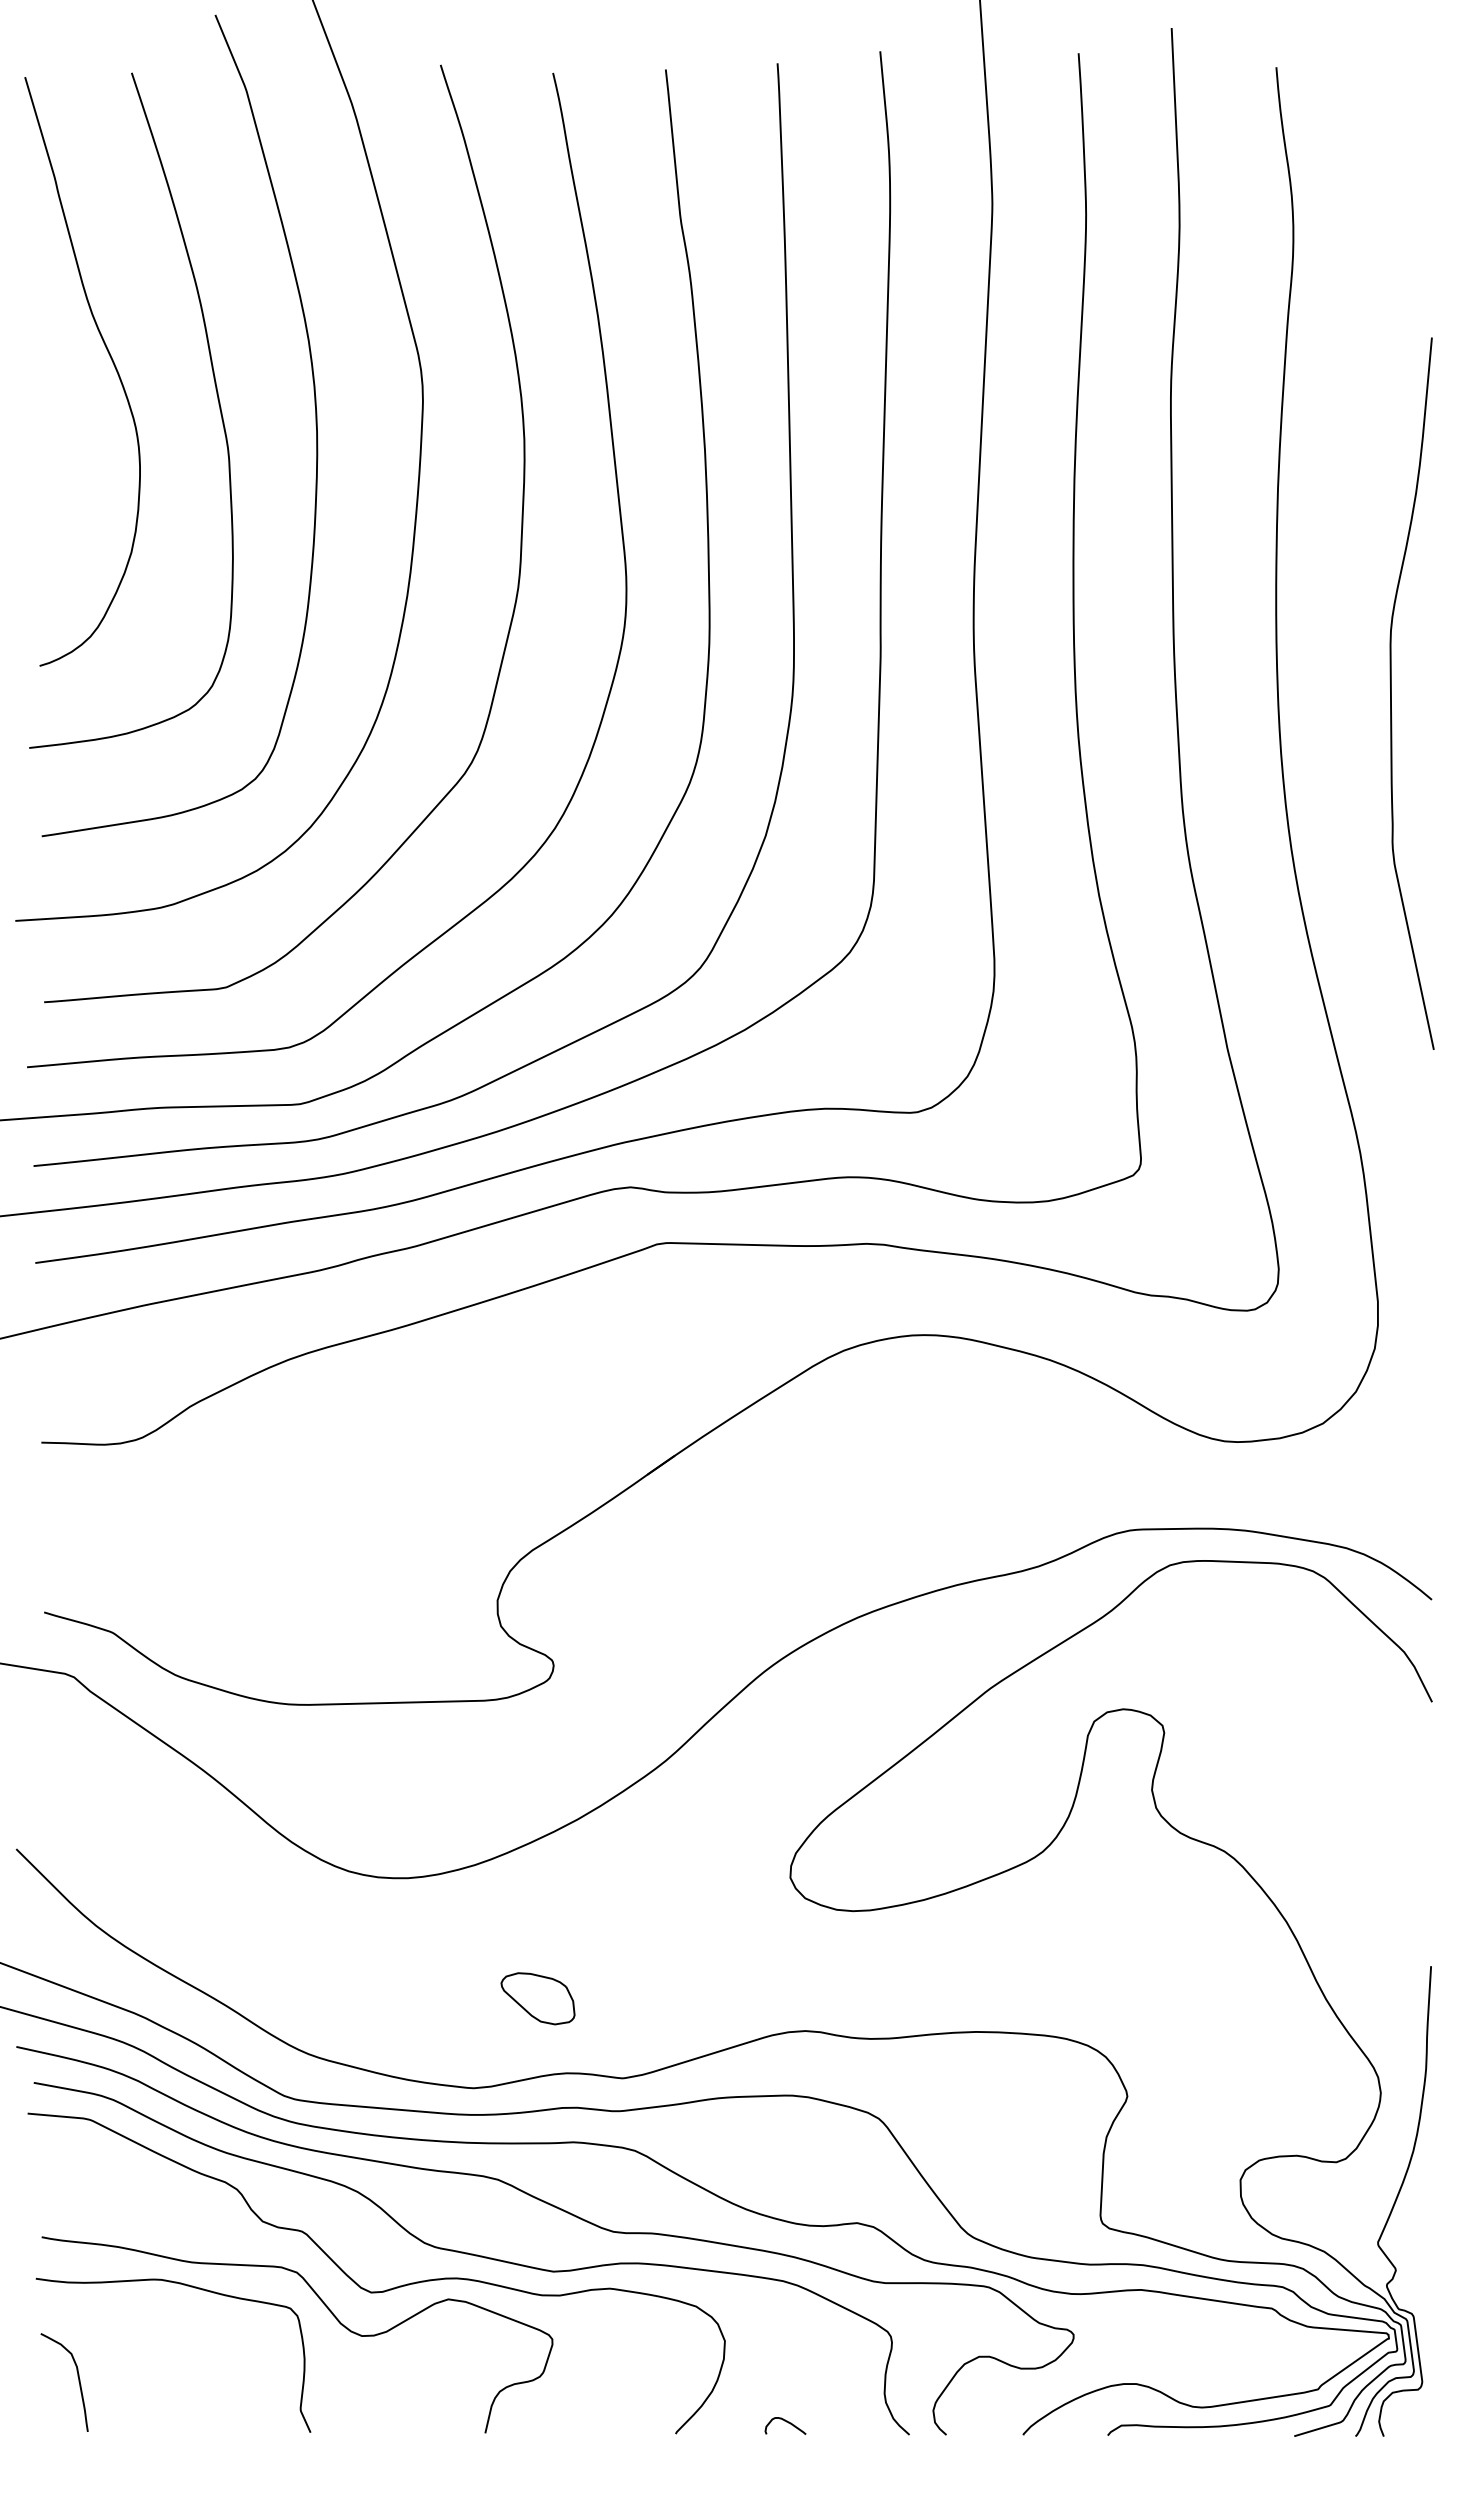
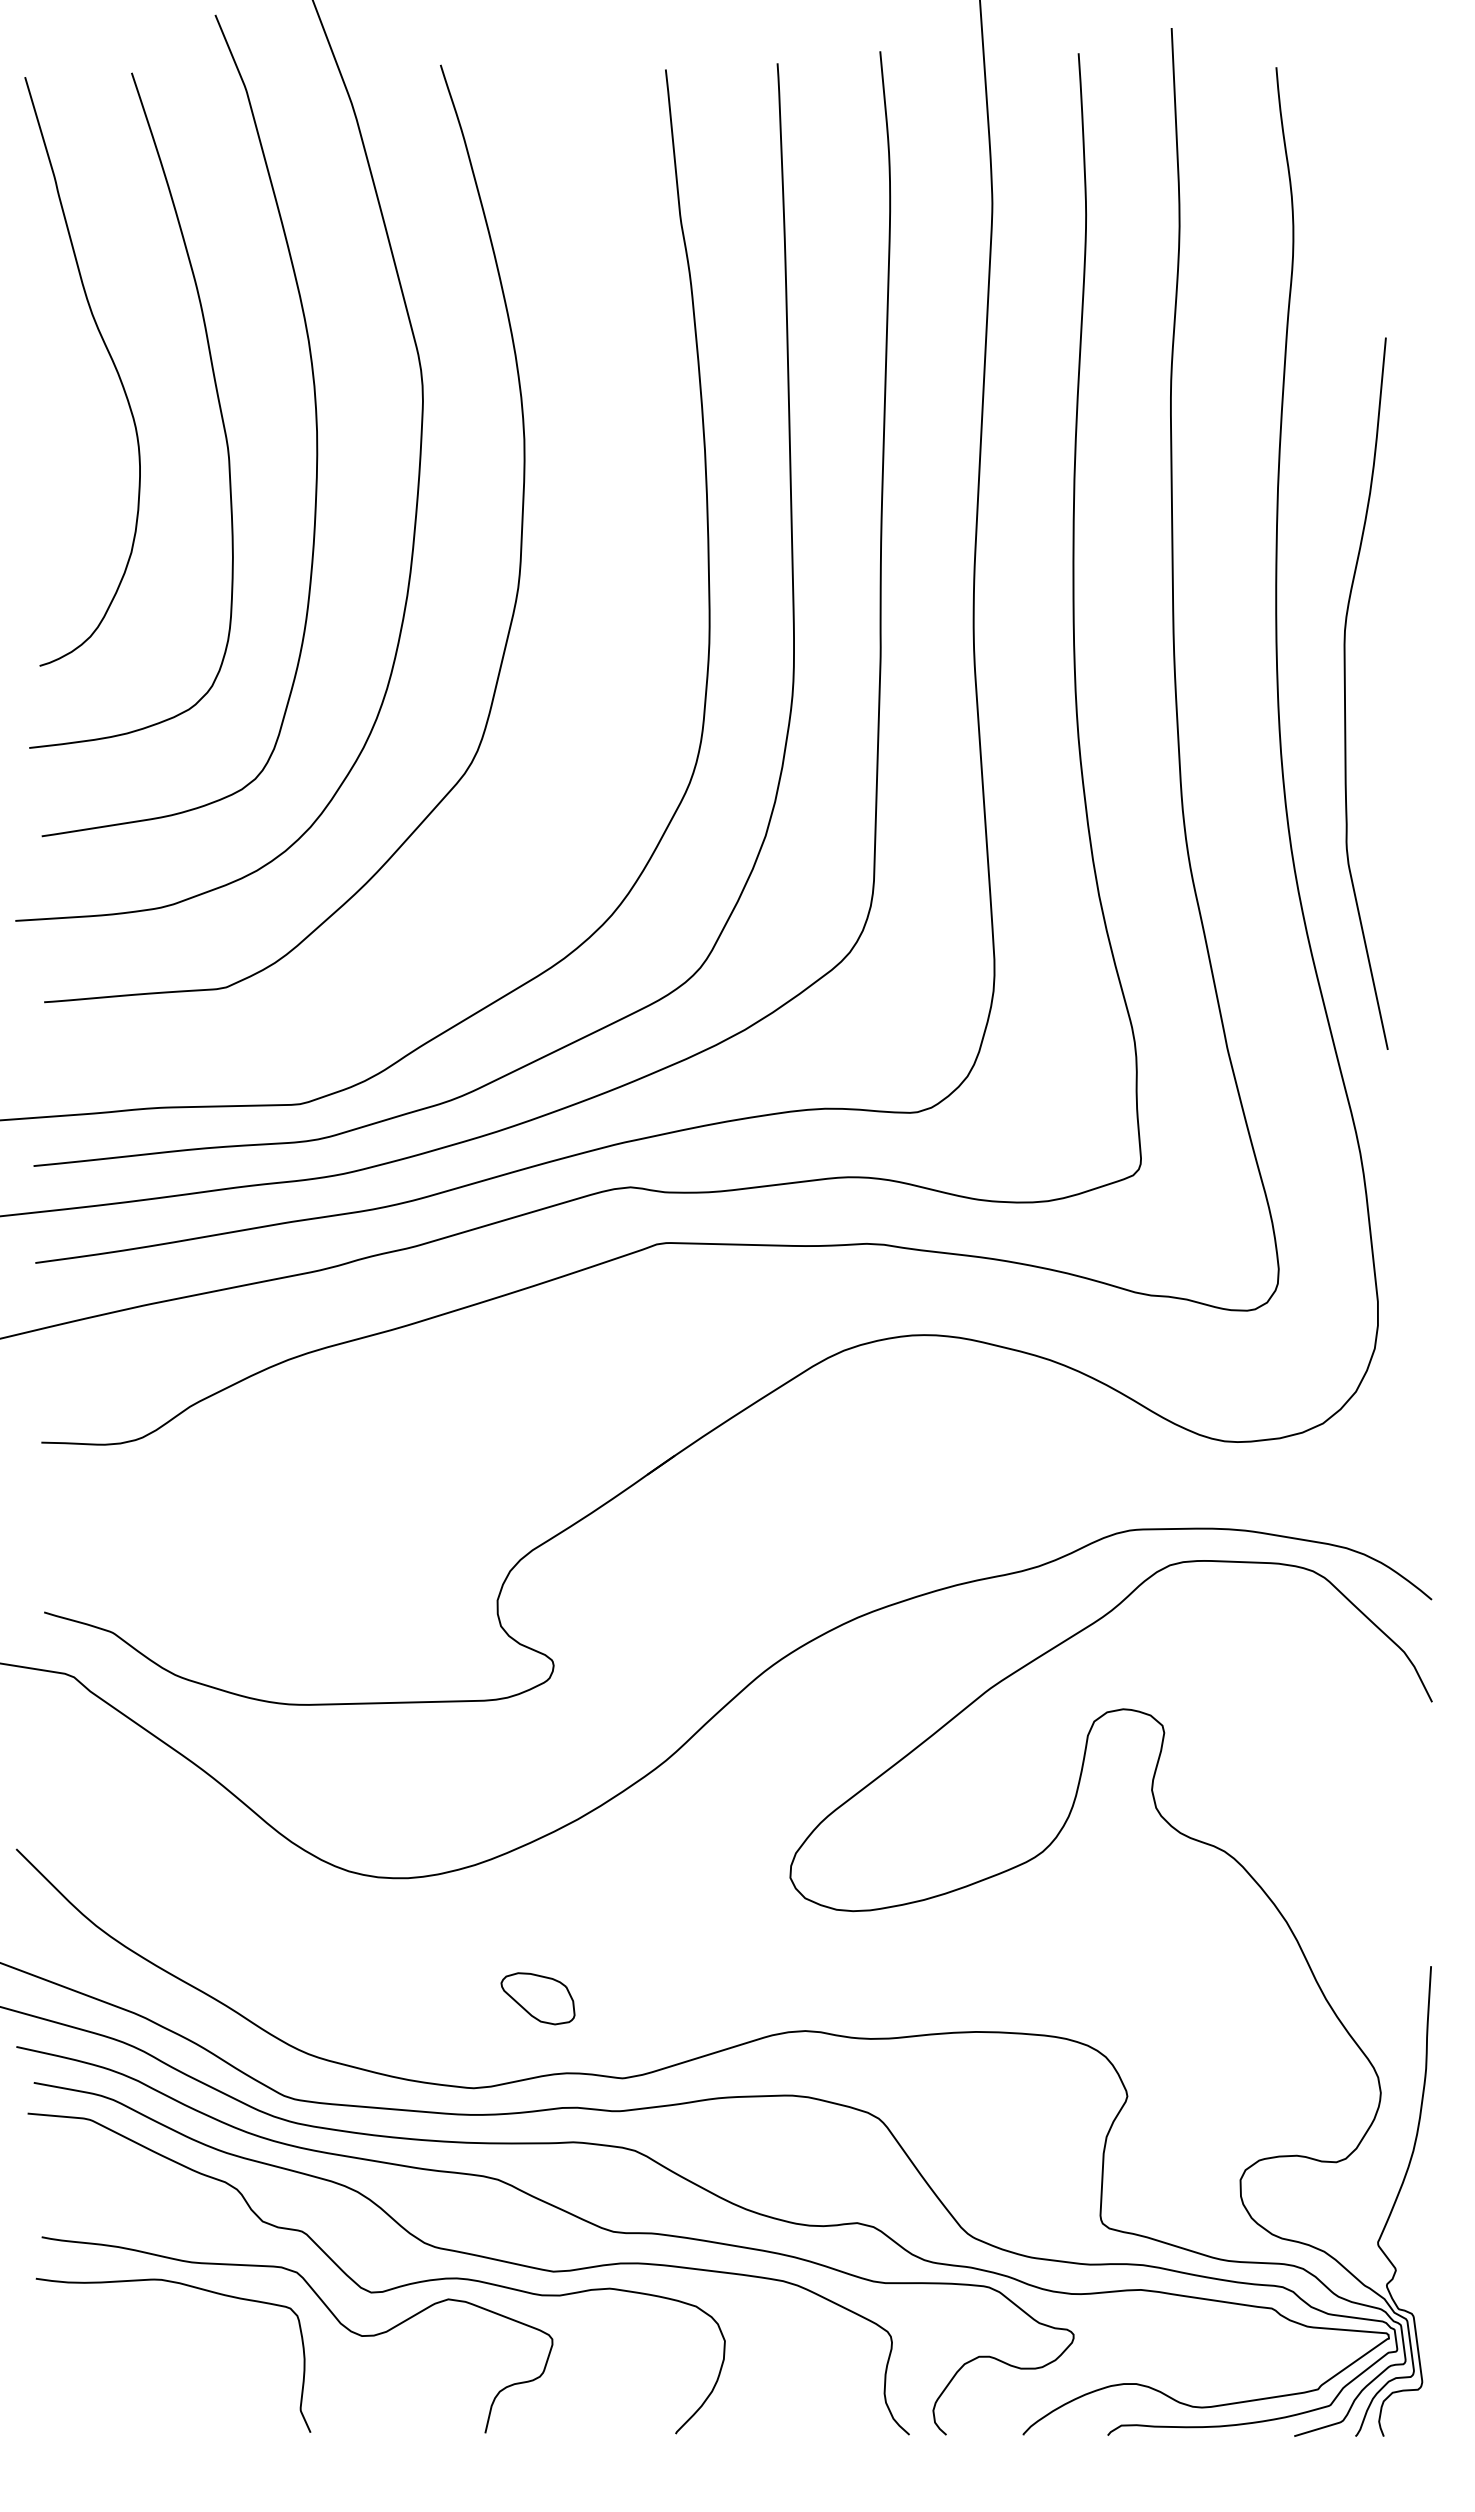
curve at (621, 536): present -> none
curve at (1391, 693) position: (1391, 693) -> (1345, 693)
curve at (78, 2382): present -> none
curve at (786, 2422): present -> none
